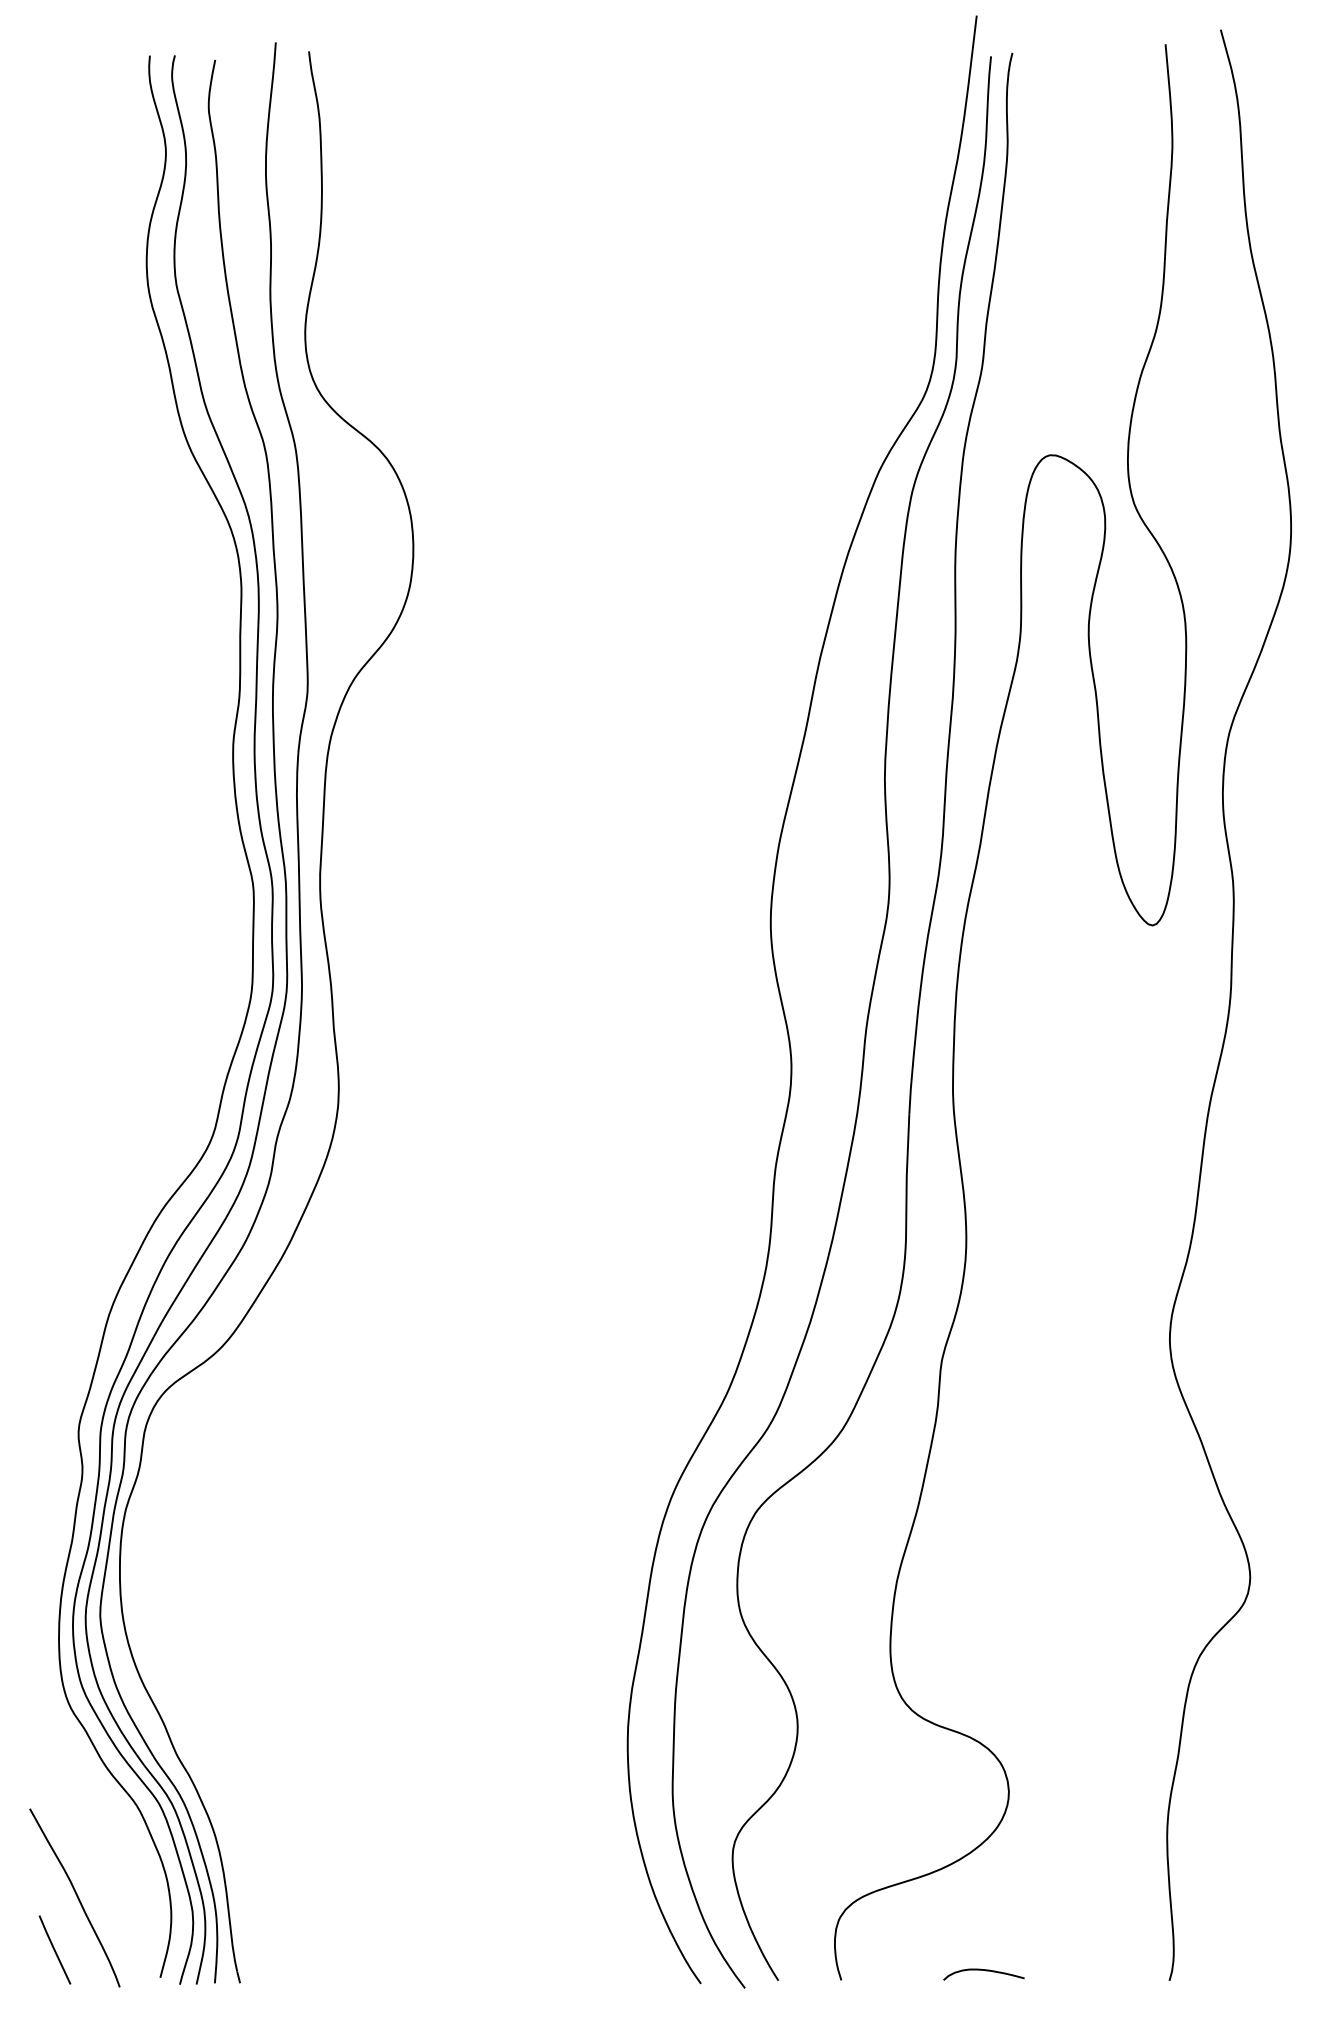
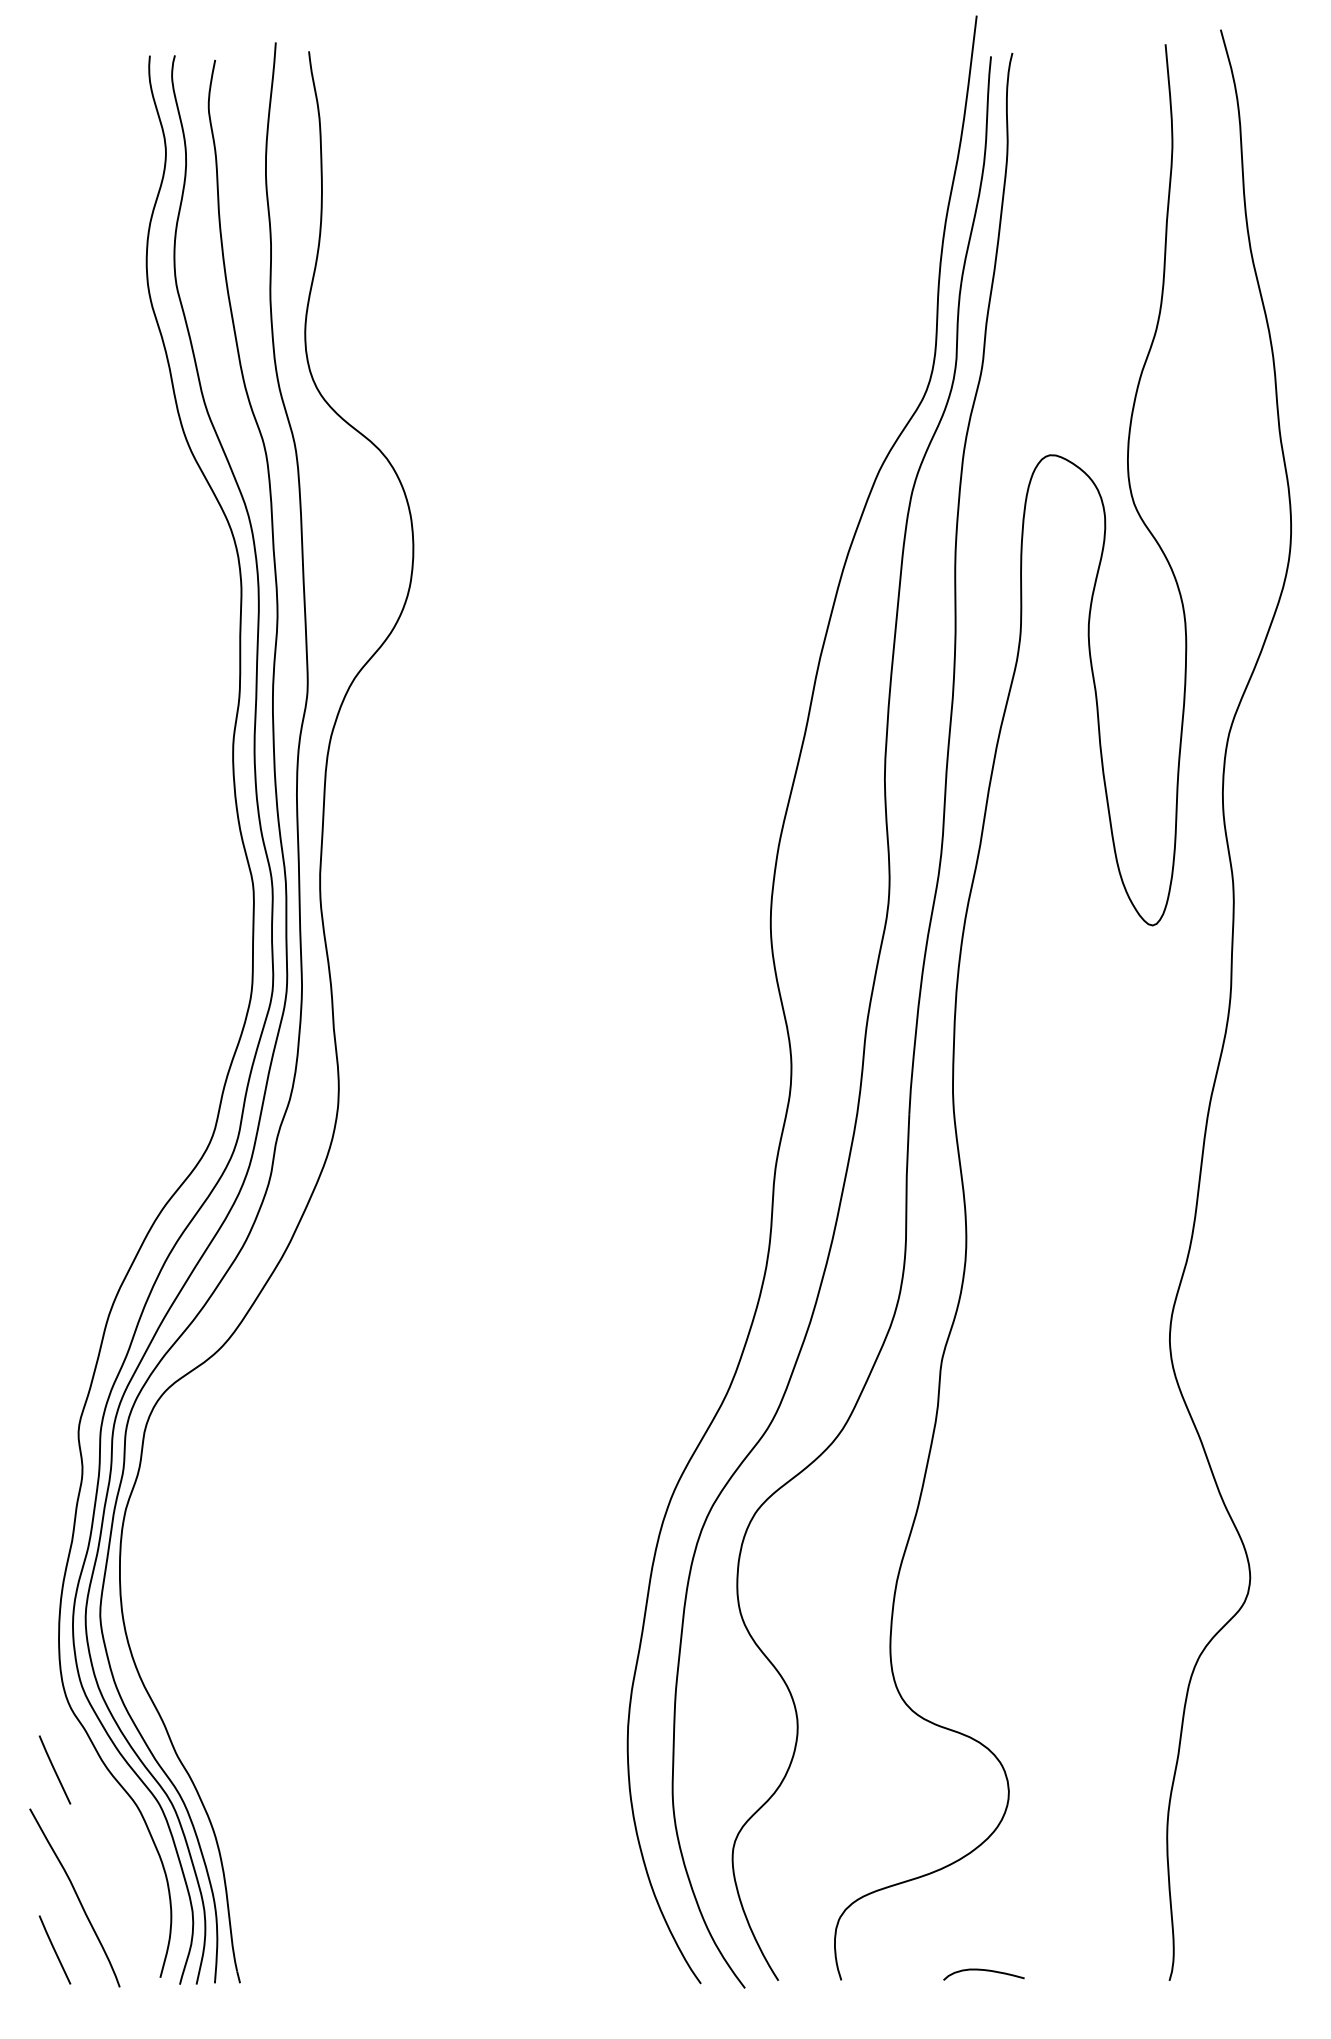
line at (54, 1769): none -> present
